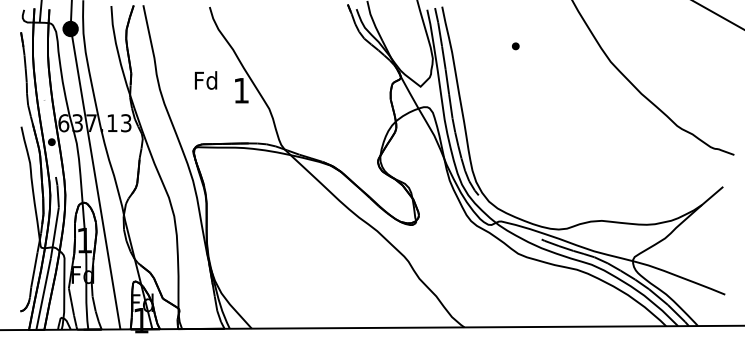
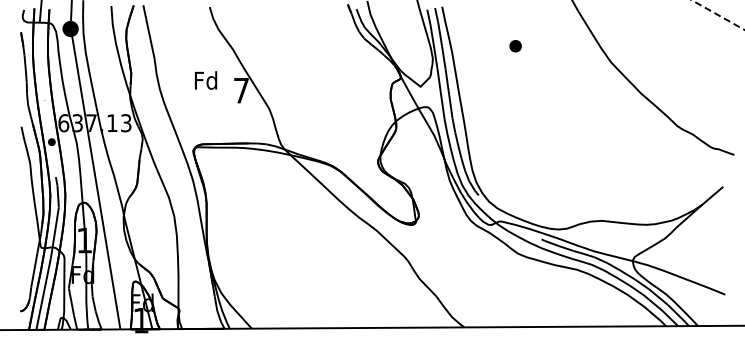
line at (718, 15): solid -> dashed
part at (515, 46) size: 8x9 px -> 13x13 px
text at (241, 90): 1 -> 7
